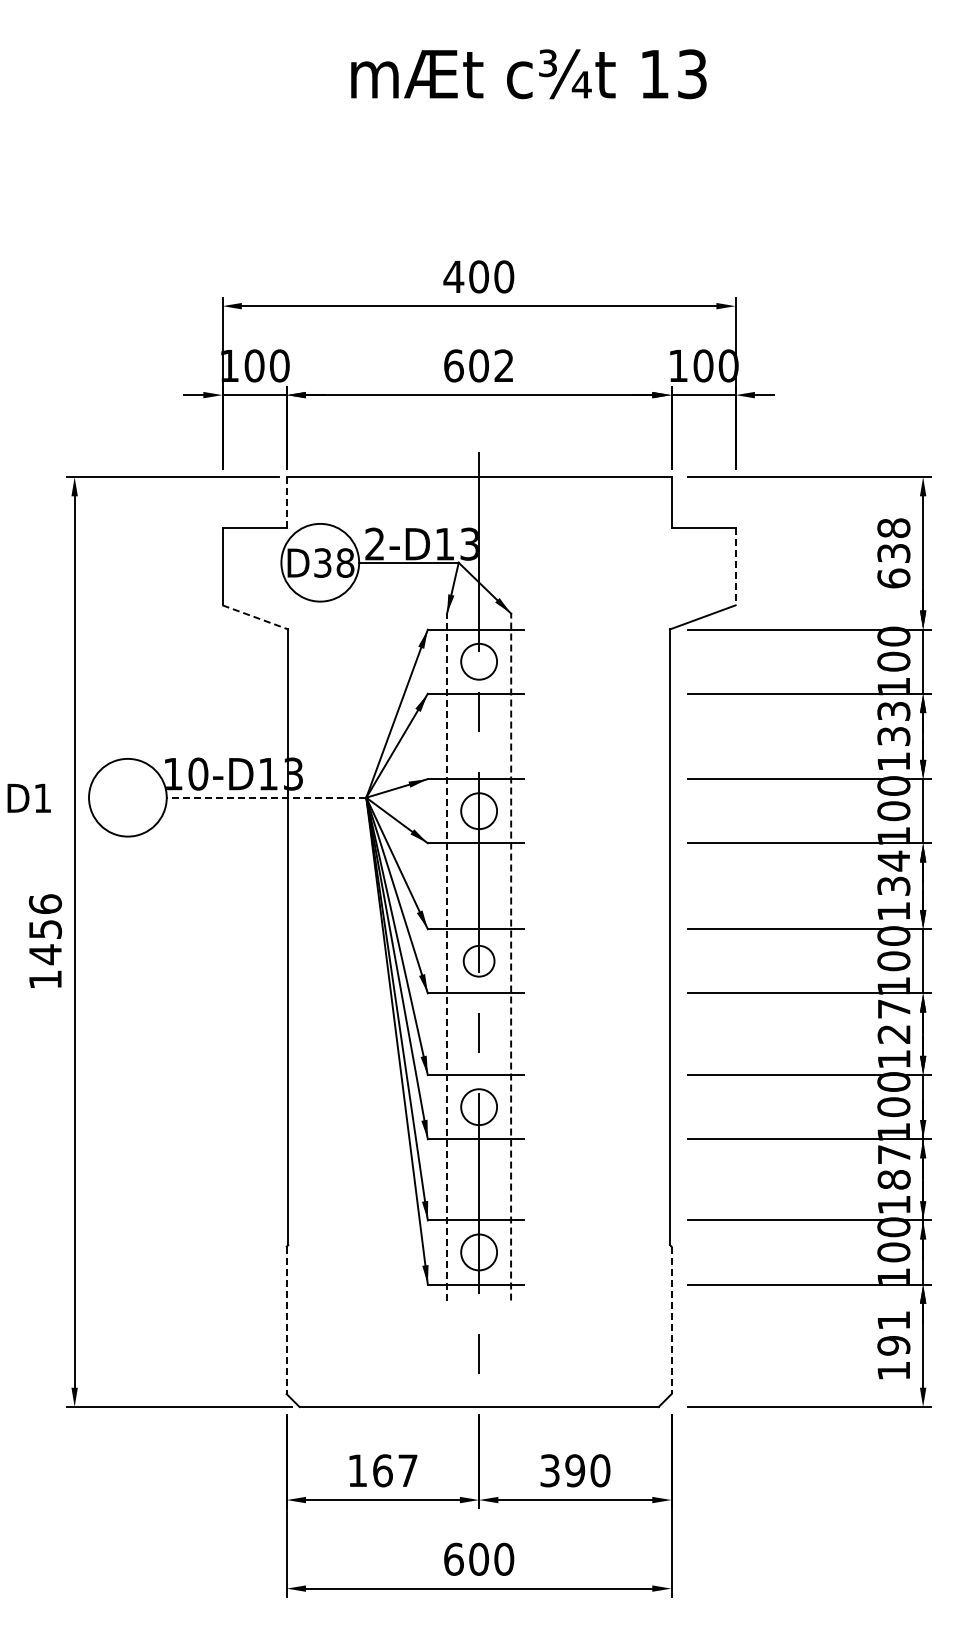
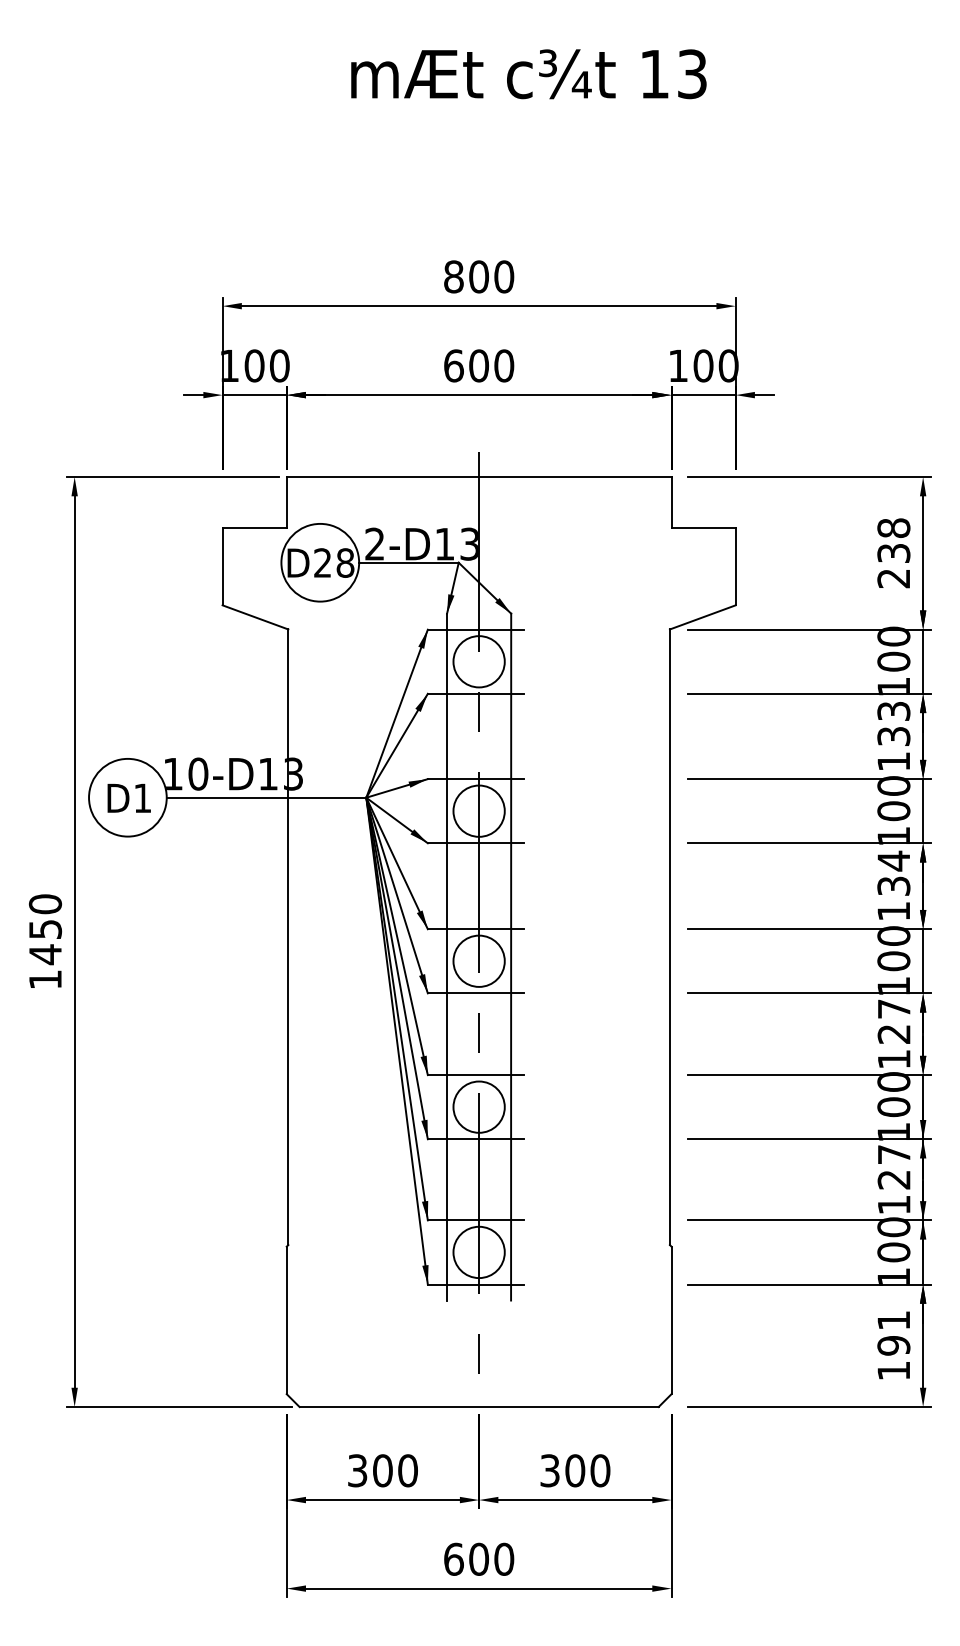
text at (453, 276): 400 -> 800
text at (504, 365): 602 -> 600
line at (286, 502): dashed -> solid
text at (322, 562): D38 -> D28
line at (735, 567): dashed -> solid
text at (893, 578): 638 -> 238
line at (255, 617): dashed -> solid
circle at (479, 661) diameter: 36 px -> 51 px
line at (266, 797): dashed -> solid
text at (28, 798) position: (28, 798) -> (128, 798)
circle at (479, 811) diameter: 36 px -> 51 px
text at (44, 904): 1456 -> 1450
line at (447, 956): dashed -> solid
line at (511, 956): dashed -> solid
circle at (478, 960) diameter: 31 px -> 51 px
circle at (479, 1107) diameter: 36 px -> 51 px
text at (893, 1179): 187 -> 127
circle at (479, 1252) diameter: 36 px -> 51 px
line at (286, 1320): dashed -> solid
line at (671, 1320): dashed -> solid
text at (382, 1470): 167 -> 300
text at (575, 1470): 390 -> 300
